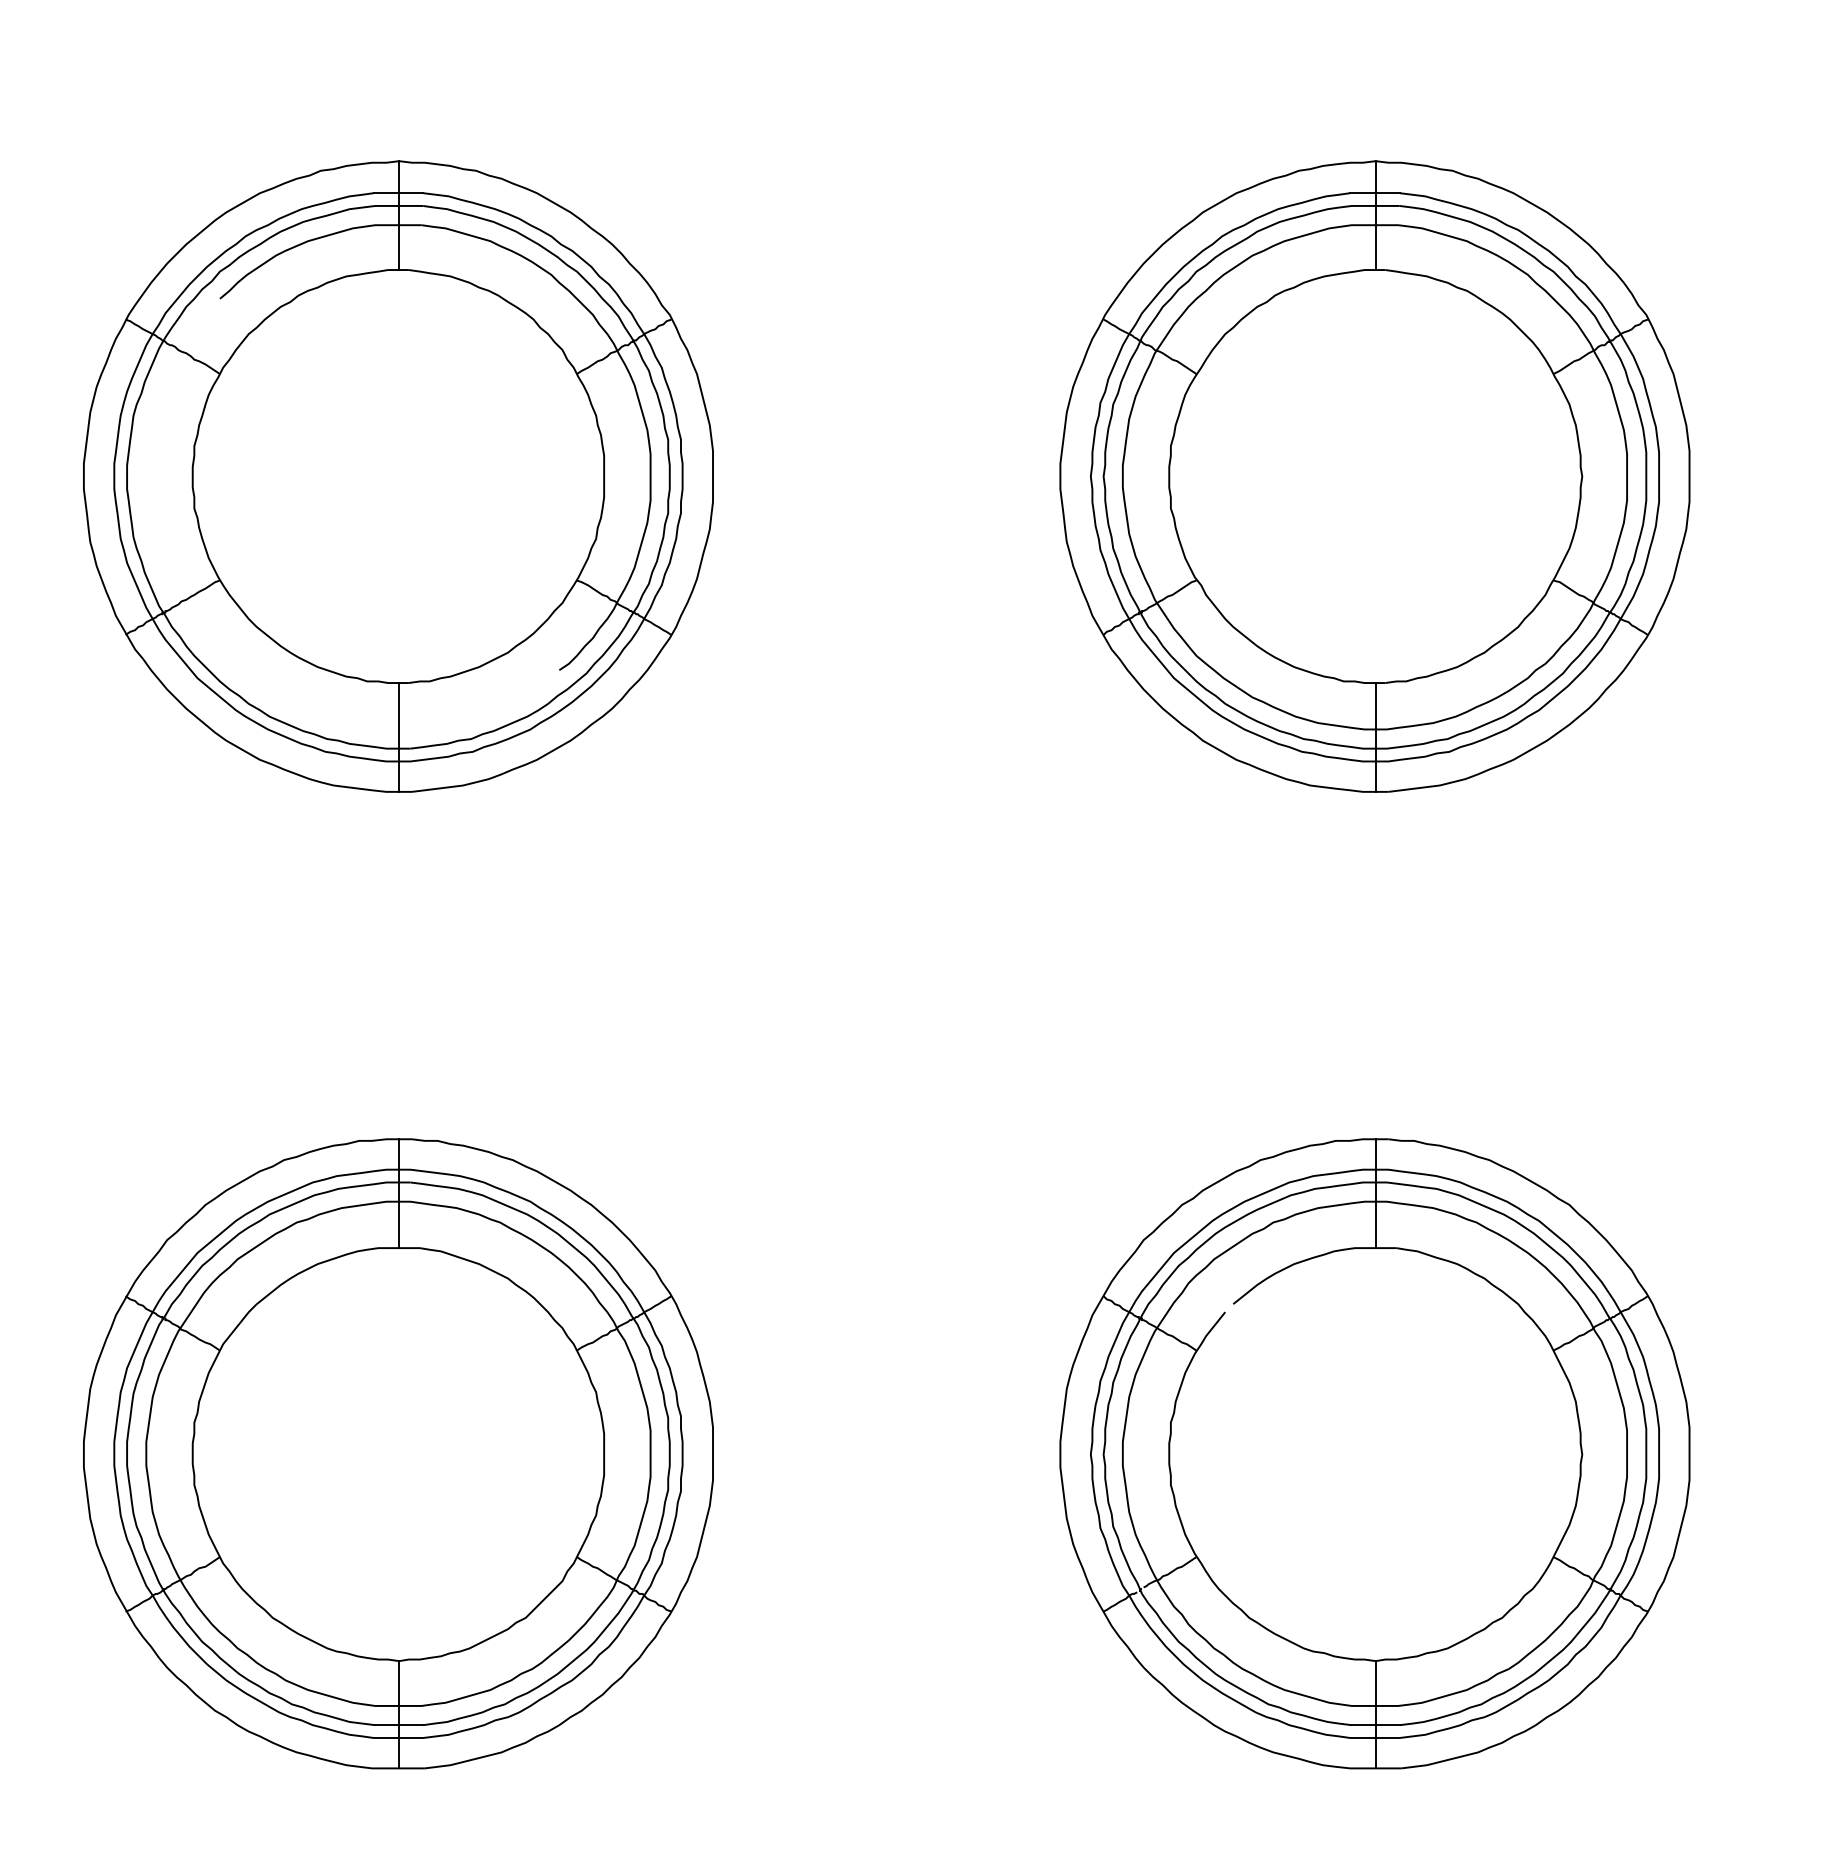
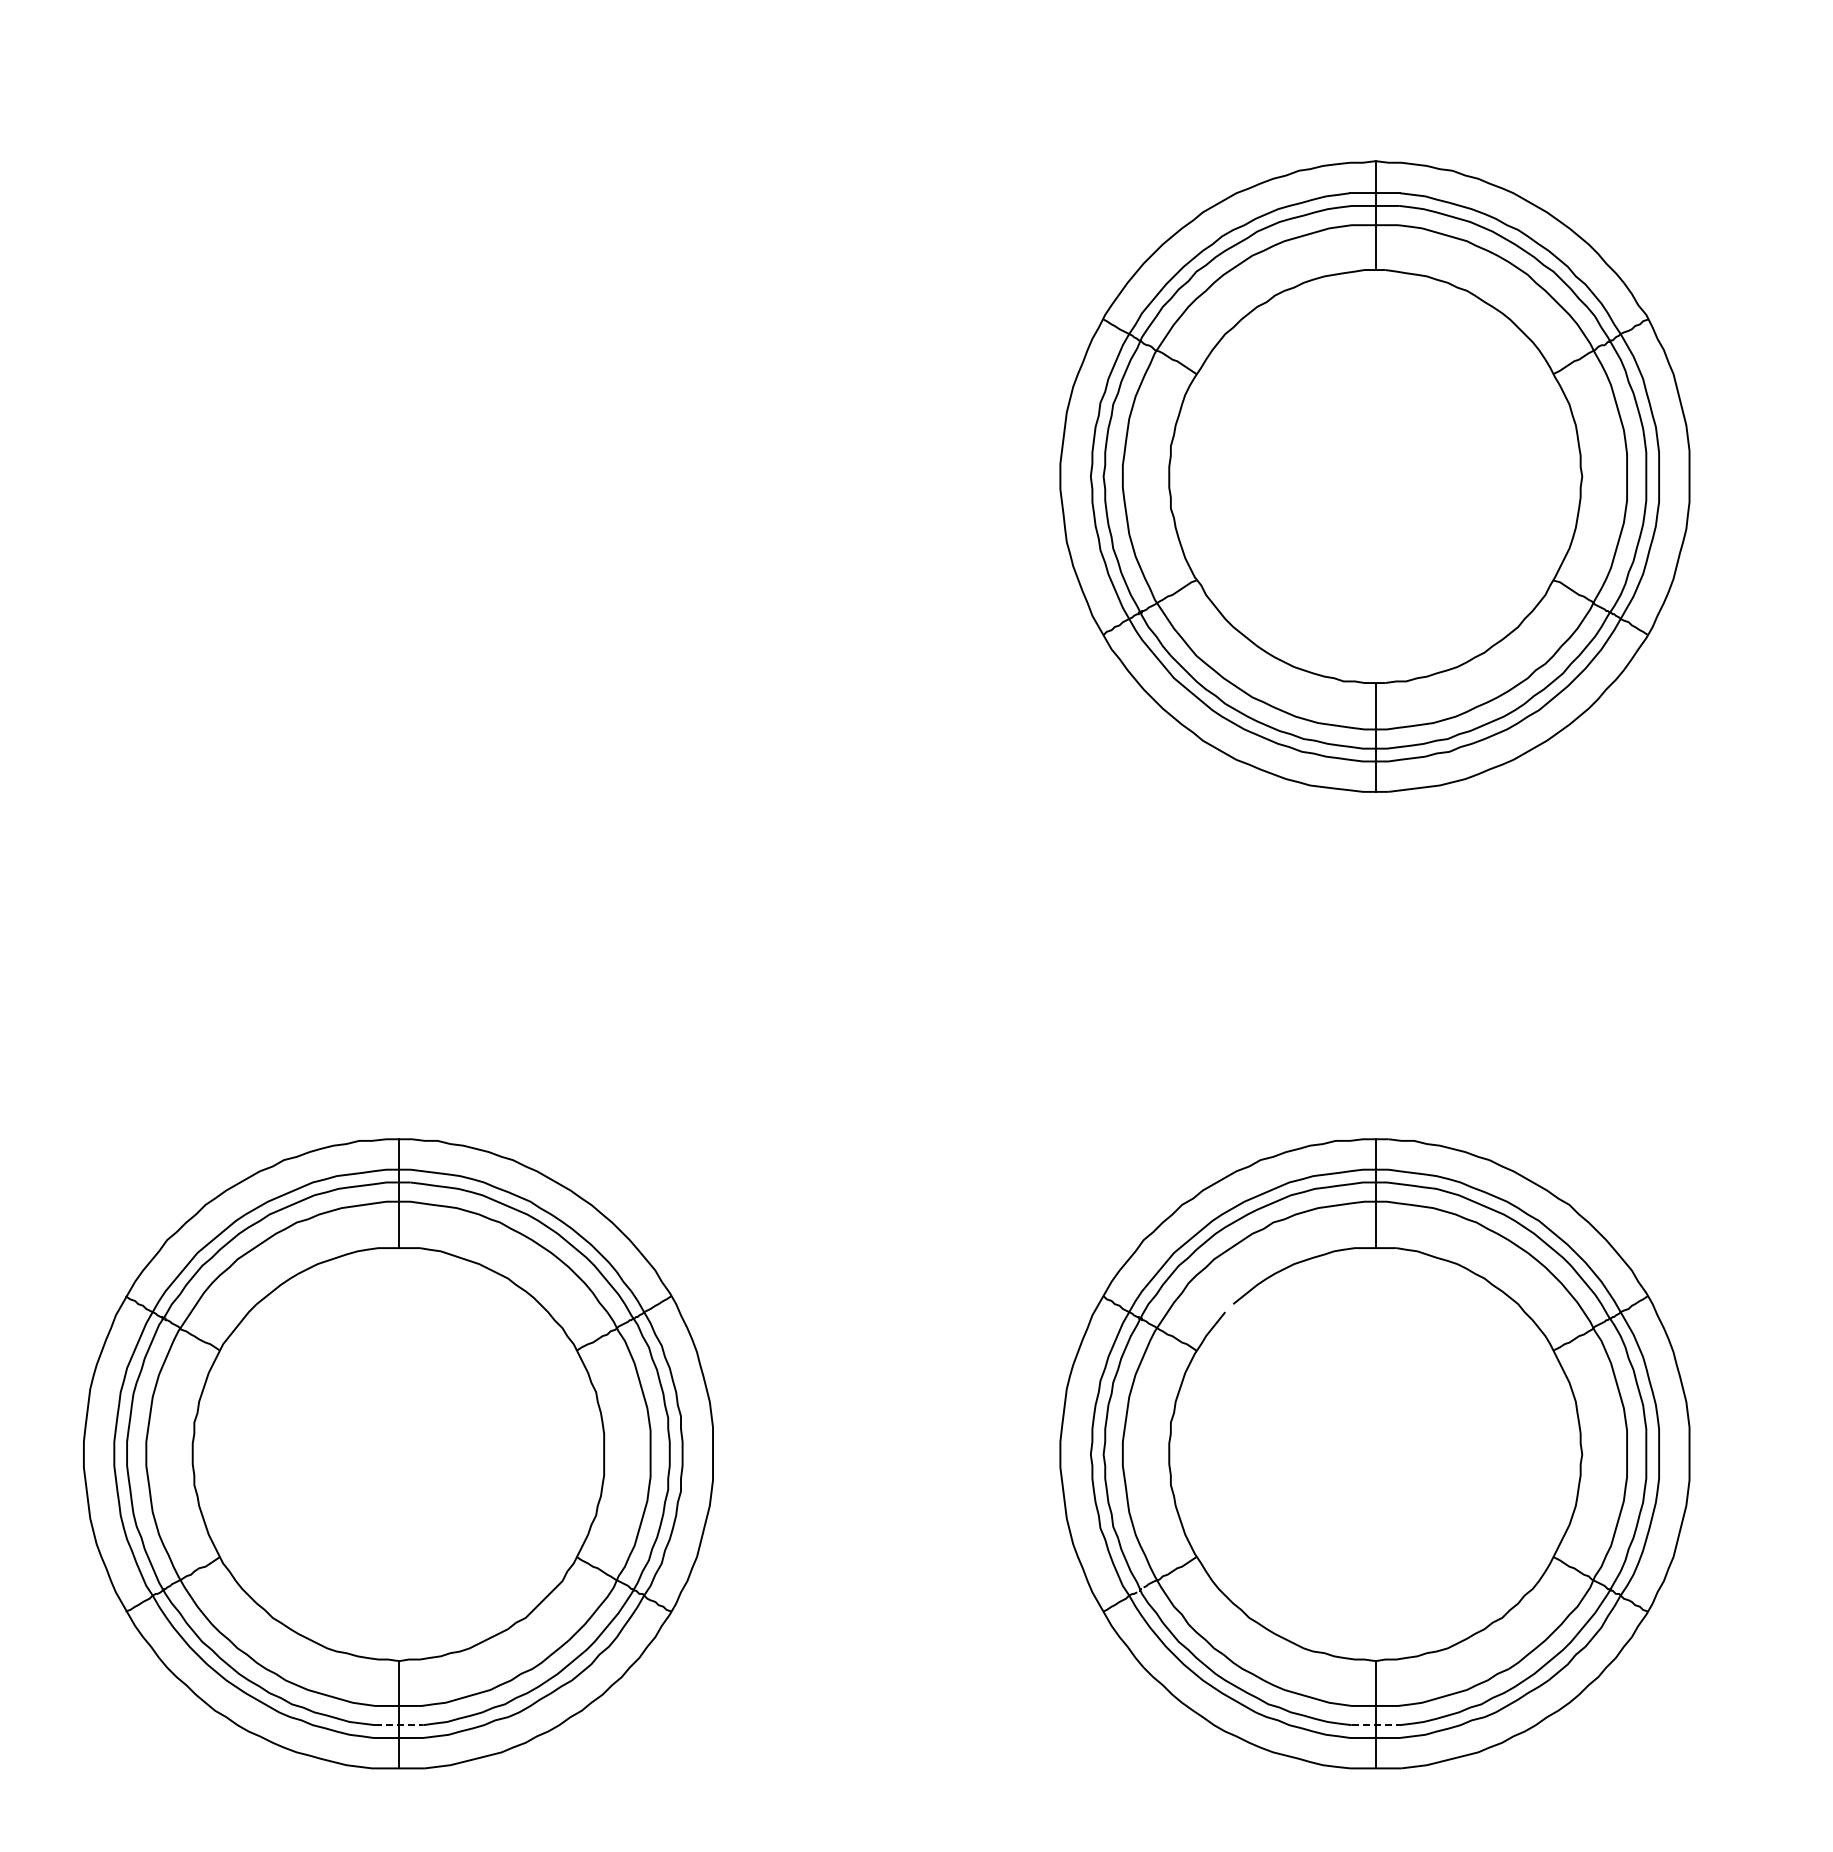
part at (398, 476): present -> none
line at (399, 1725): solid -> dashed
line at (1376, 1725): solid -> dashed
